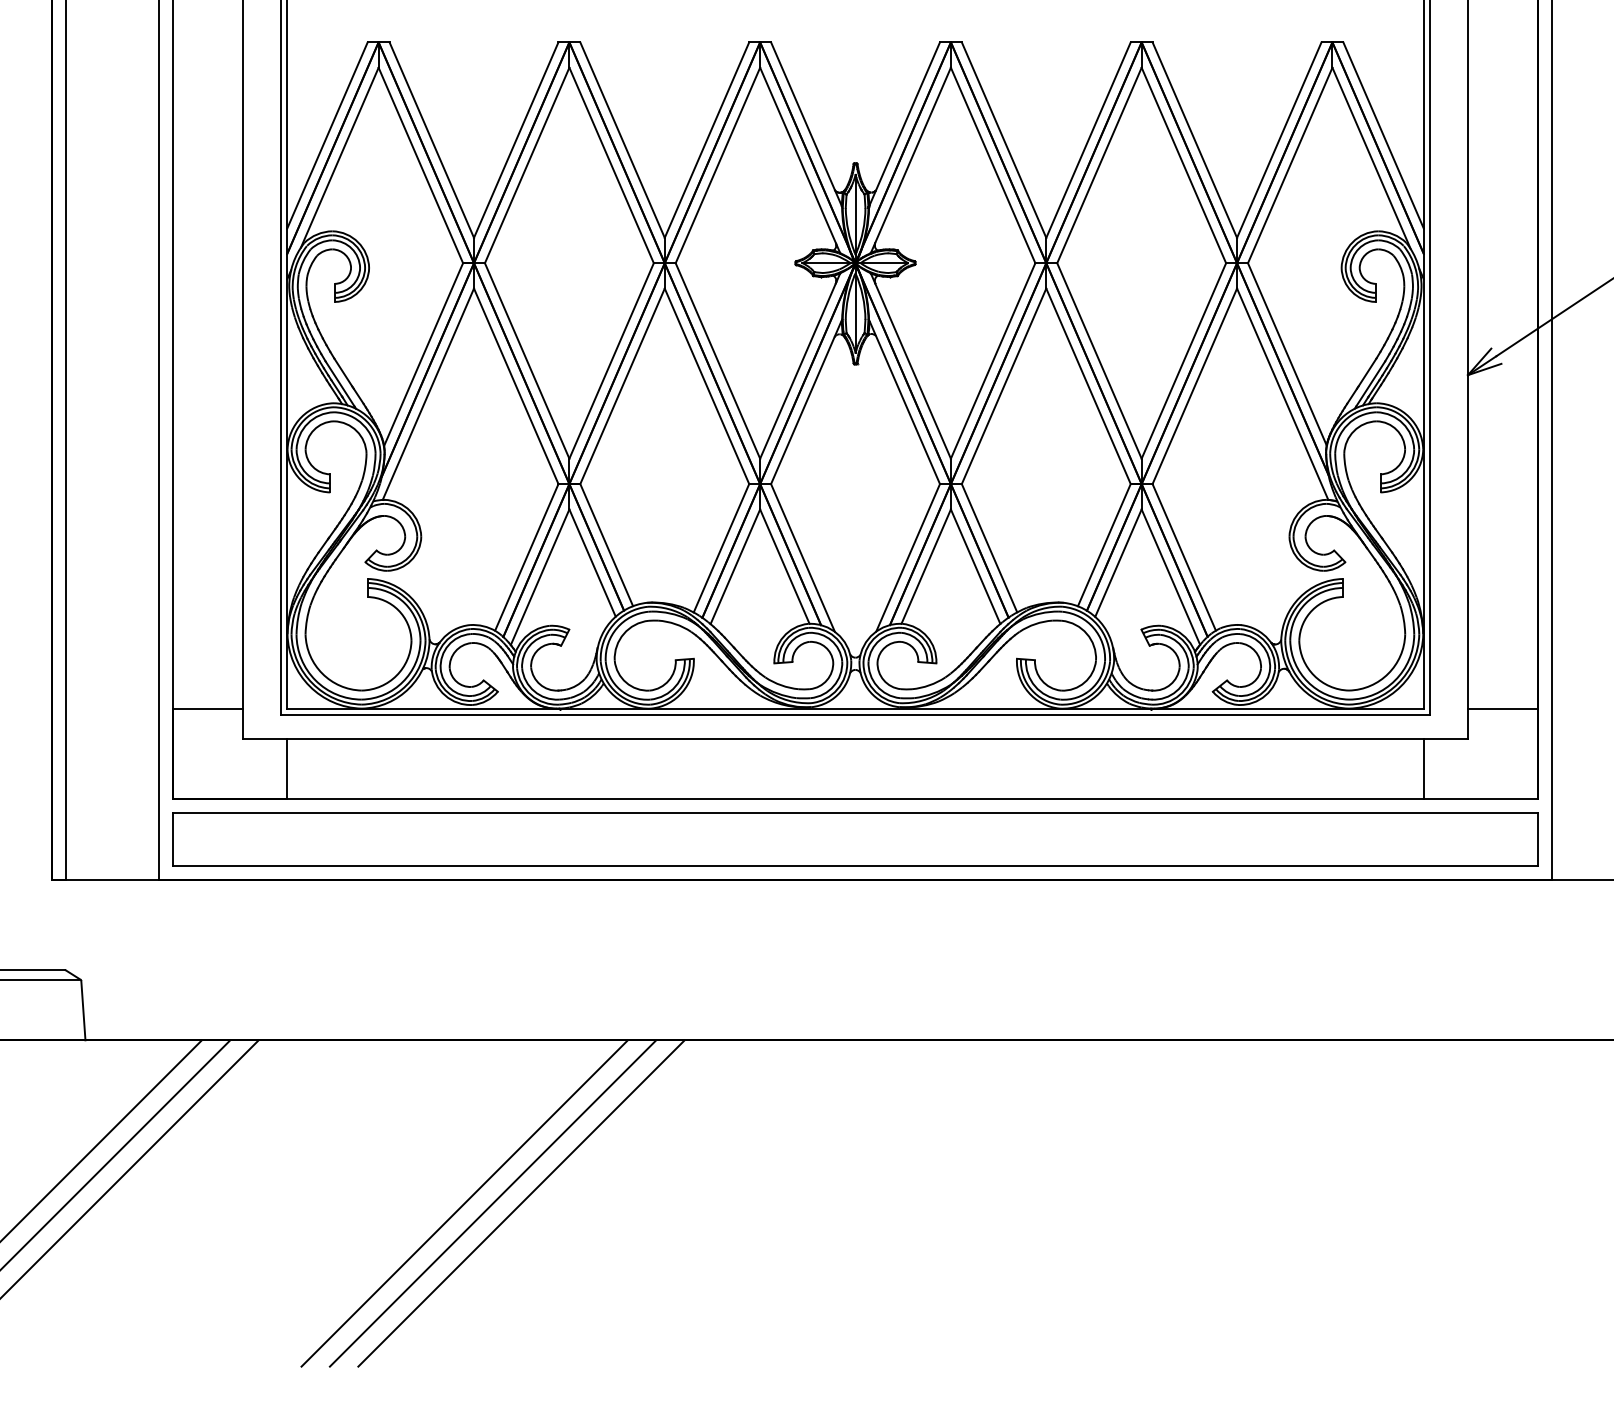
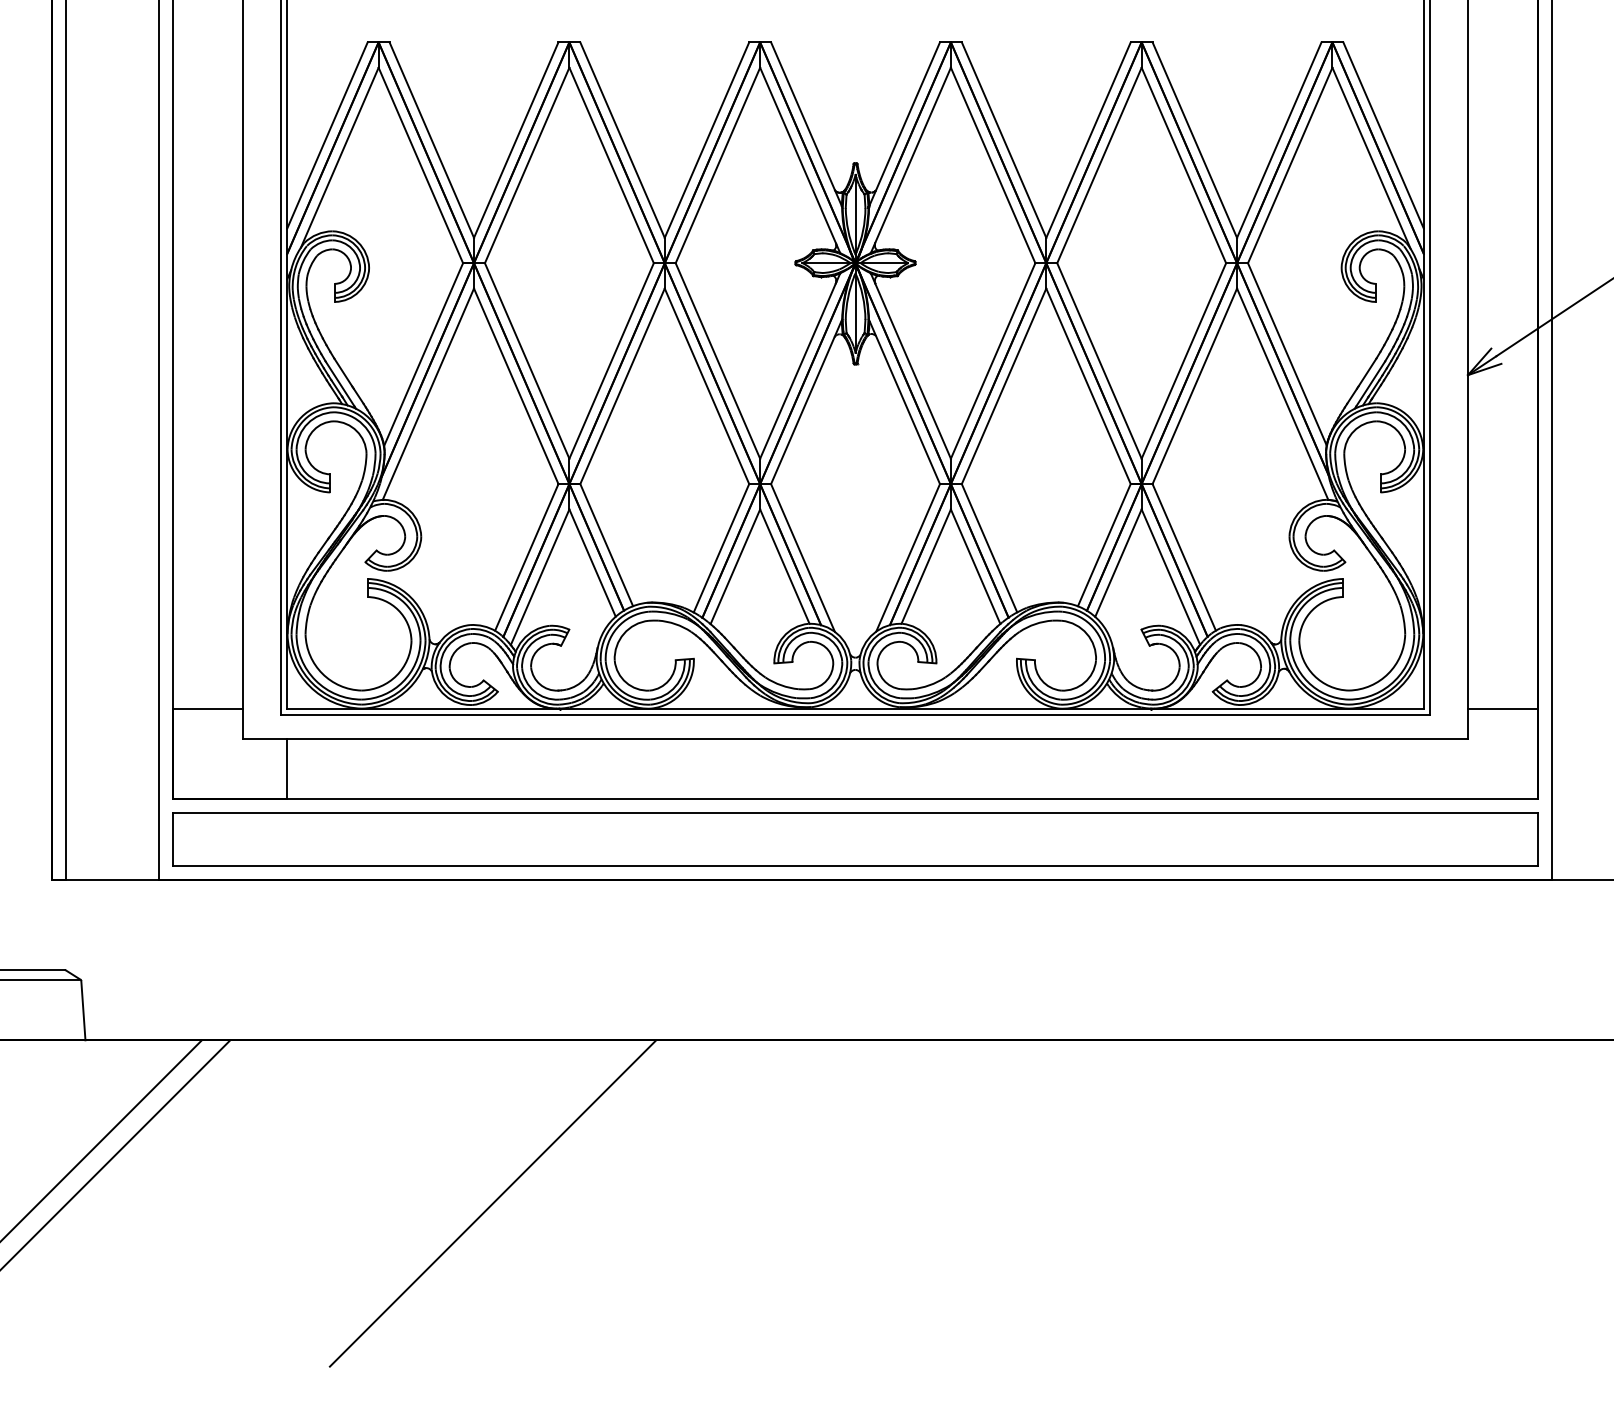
line at (1423, 769): present -> none
line at (130, 1168): present -> none
line at (464, 1203): present -> none
line at (521, 1203): present -> none
